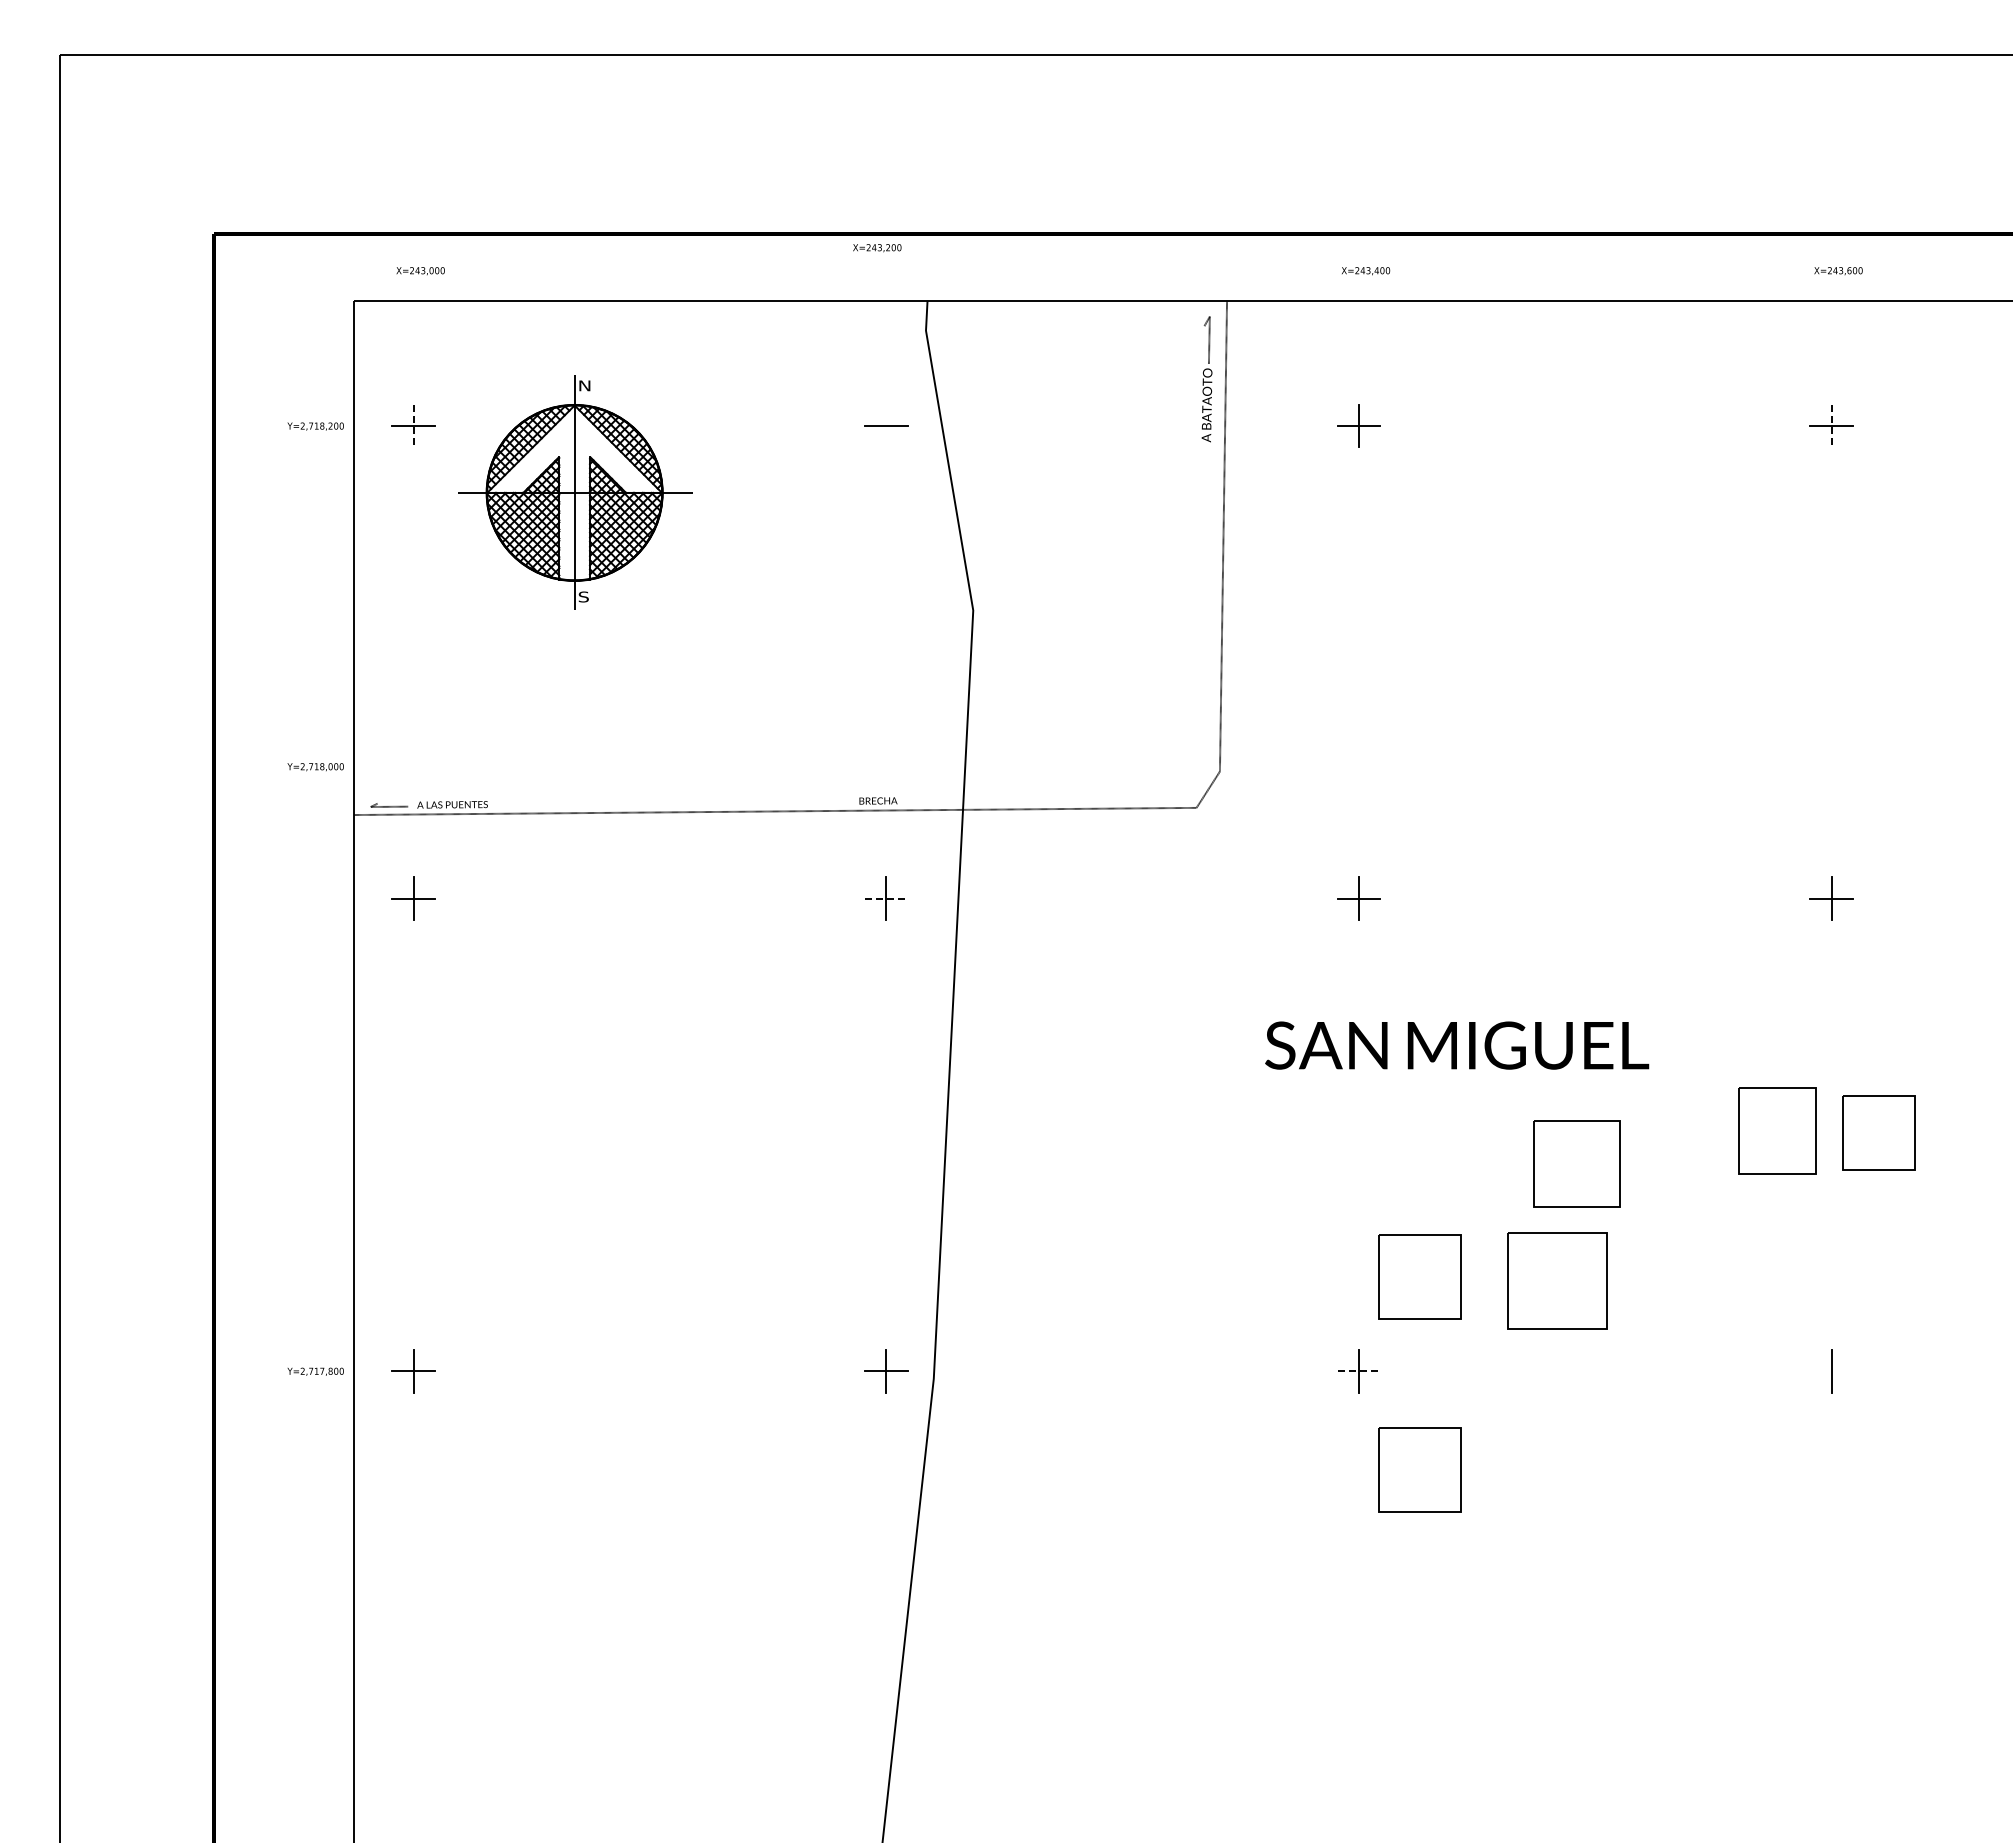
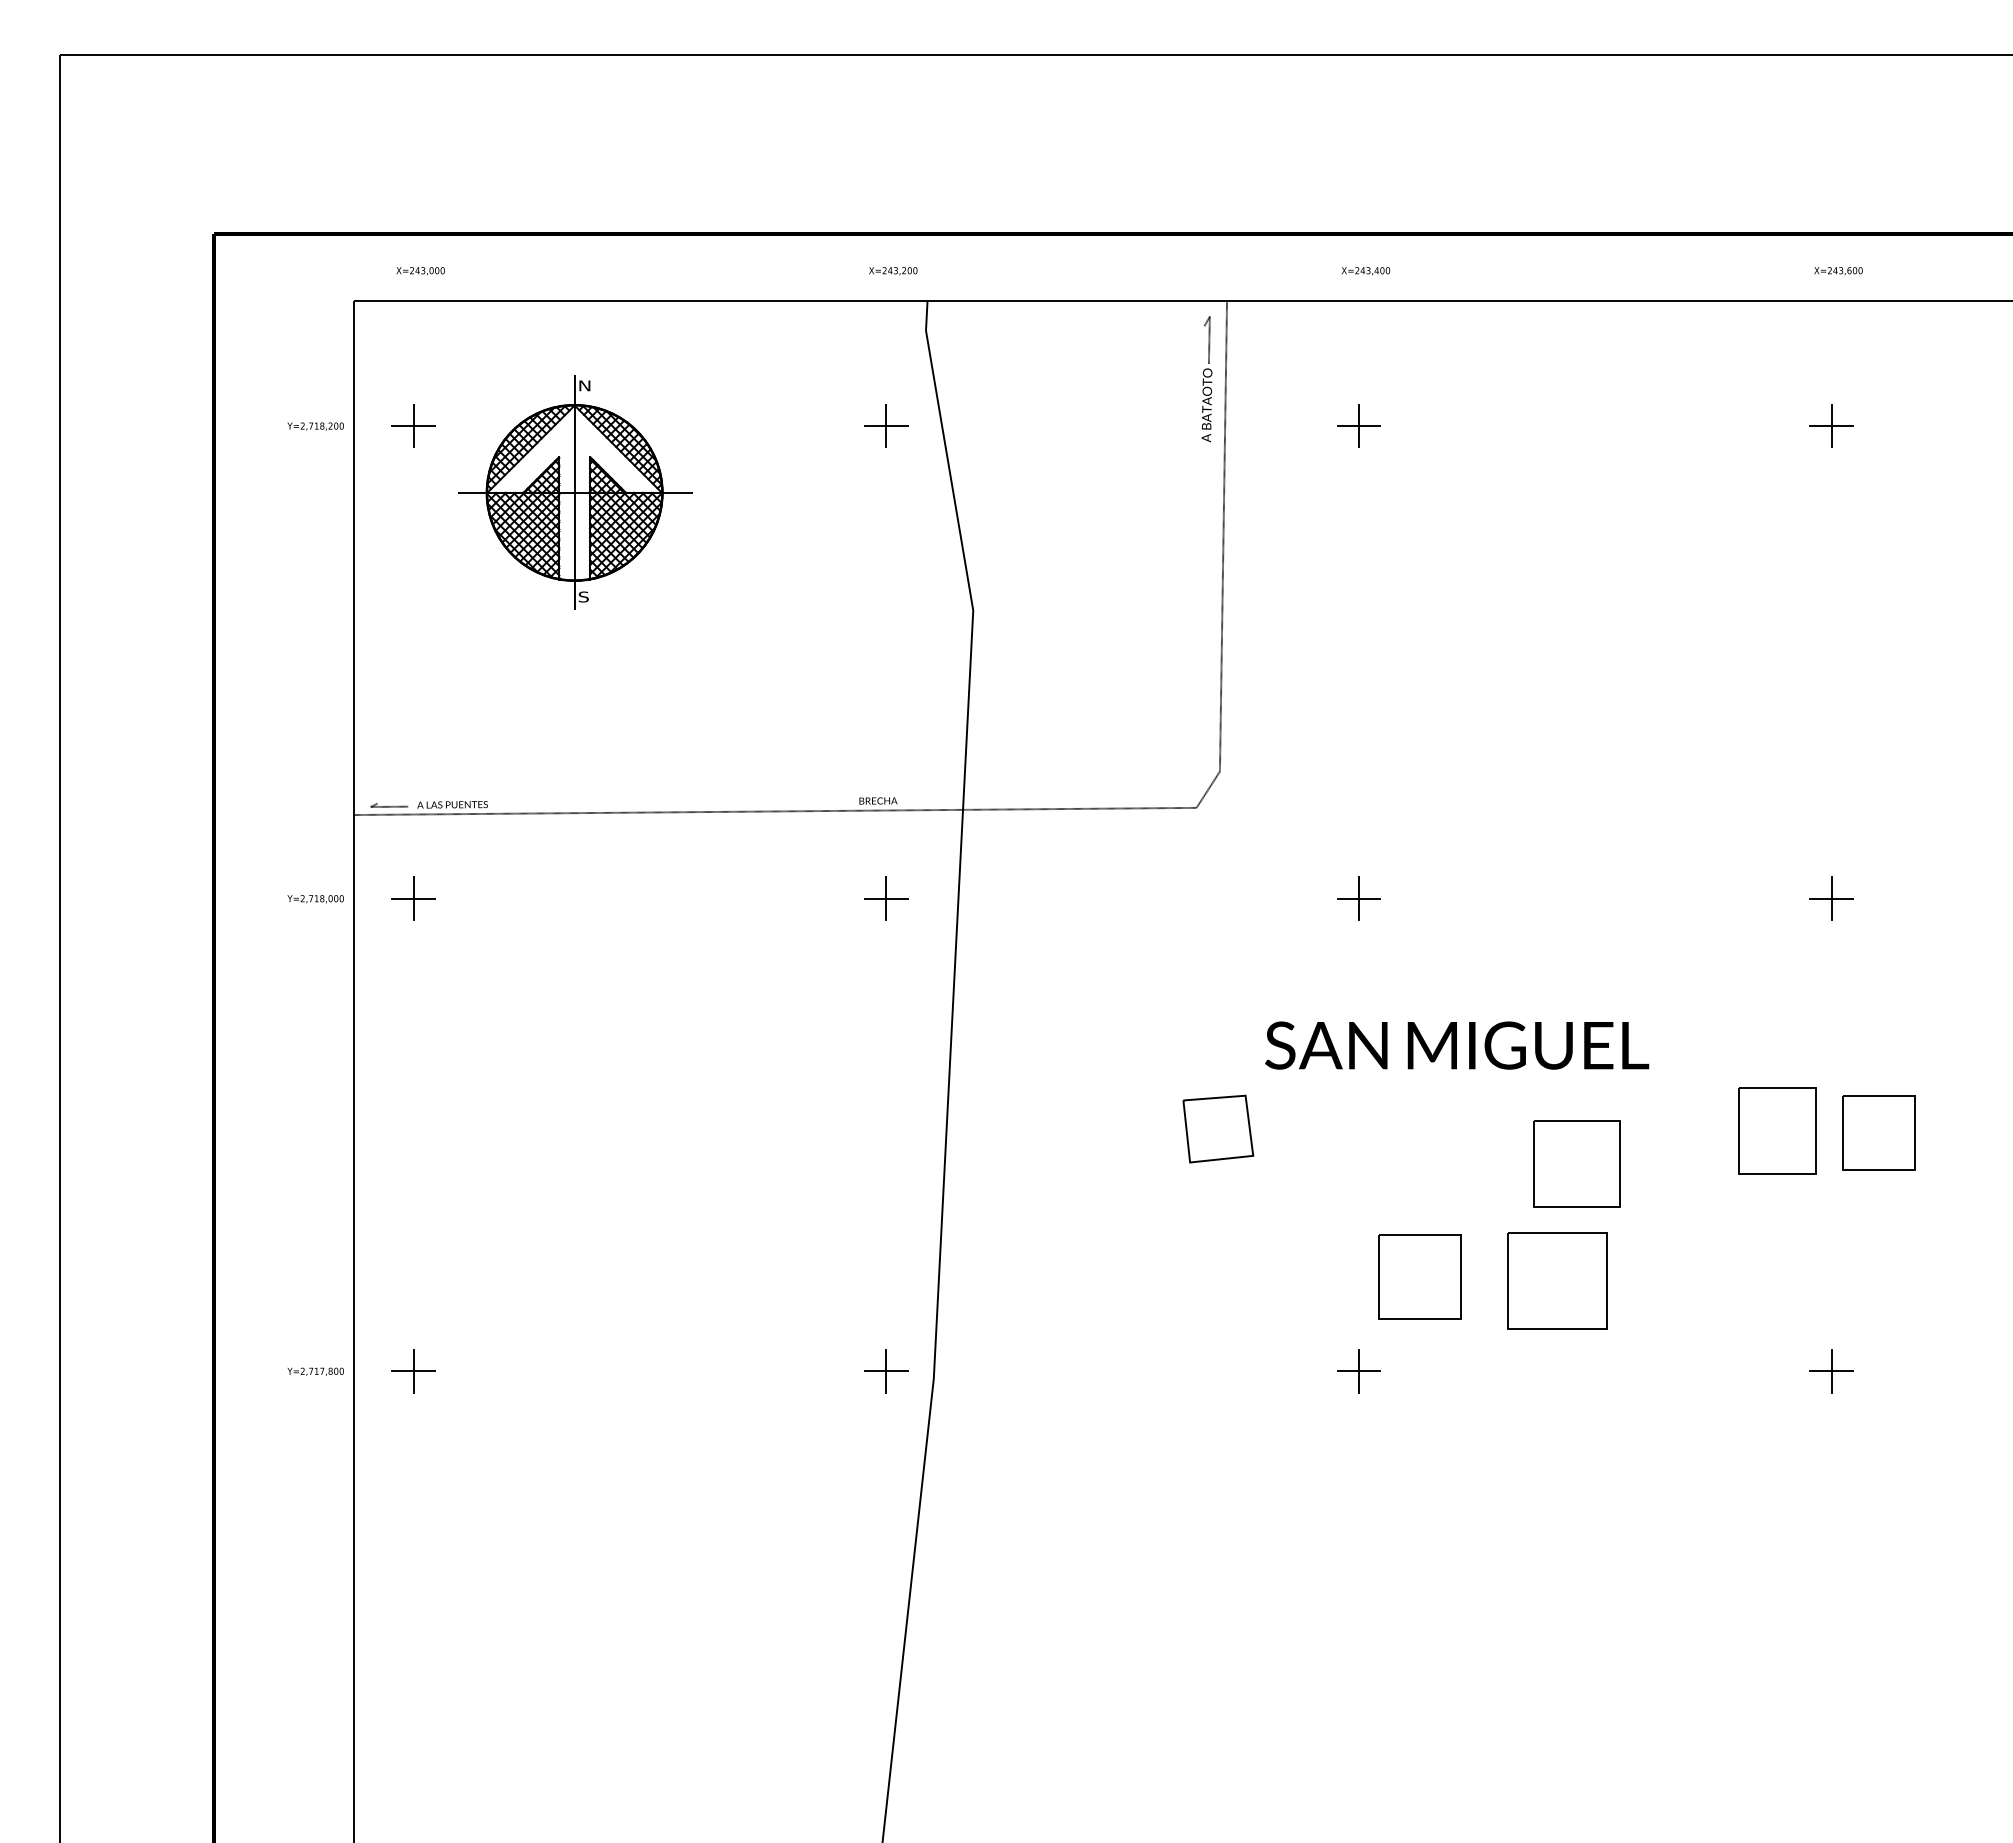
text at (877, 248) position: (877, 248) -> (893, 271)
line at (886, 425): none -> present
line at (413, 426): dashed -> solid
line at (1831, 426): dashed -> solid
text at (315, 767) position: (315, 767) -> (315, 899)
line at (886, 898): dashed -> solid
part at (1218, 1128): none -> present
line at (1359, 1371): dashed -> solid
line at (1831, 1371): none -> present
part at (1419, 1469): present -> none
